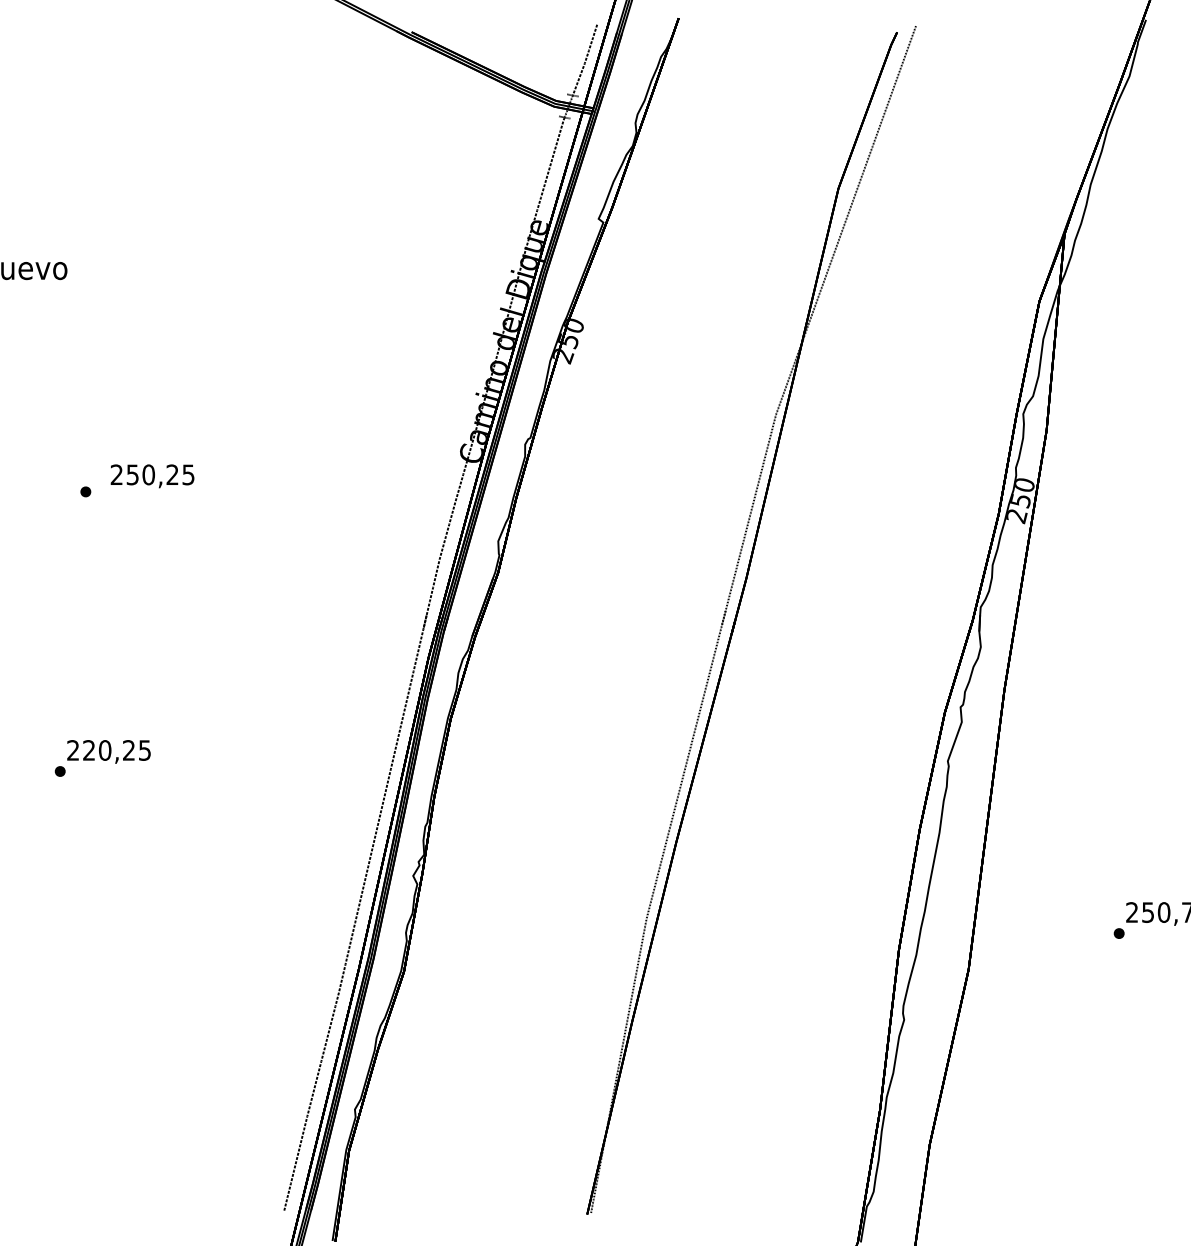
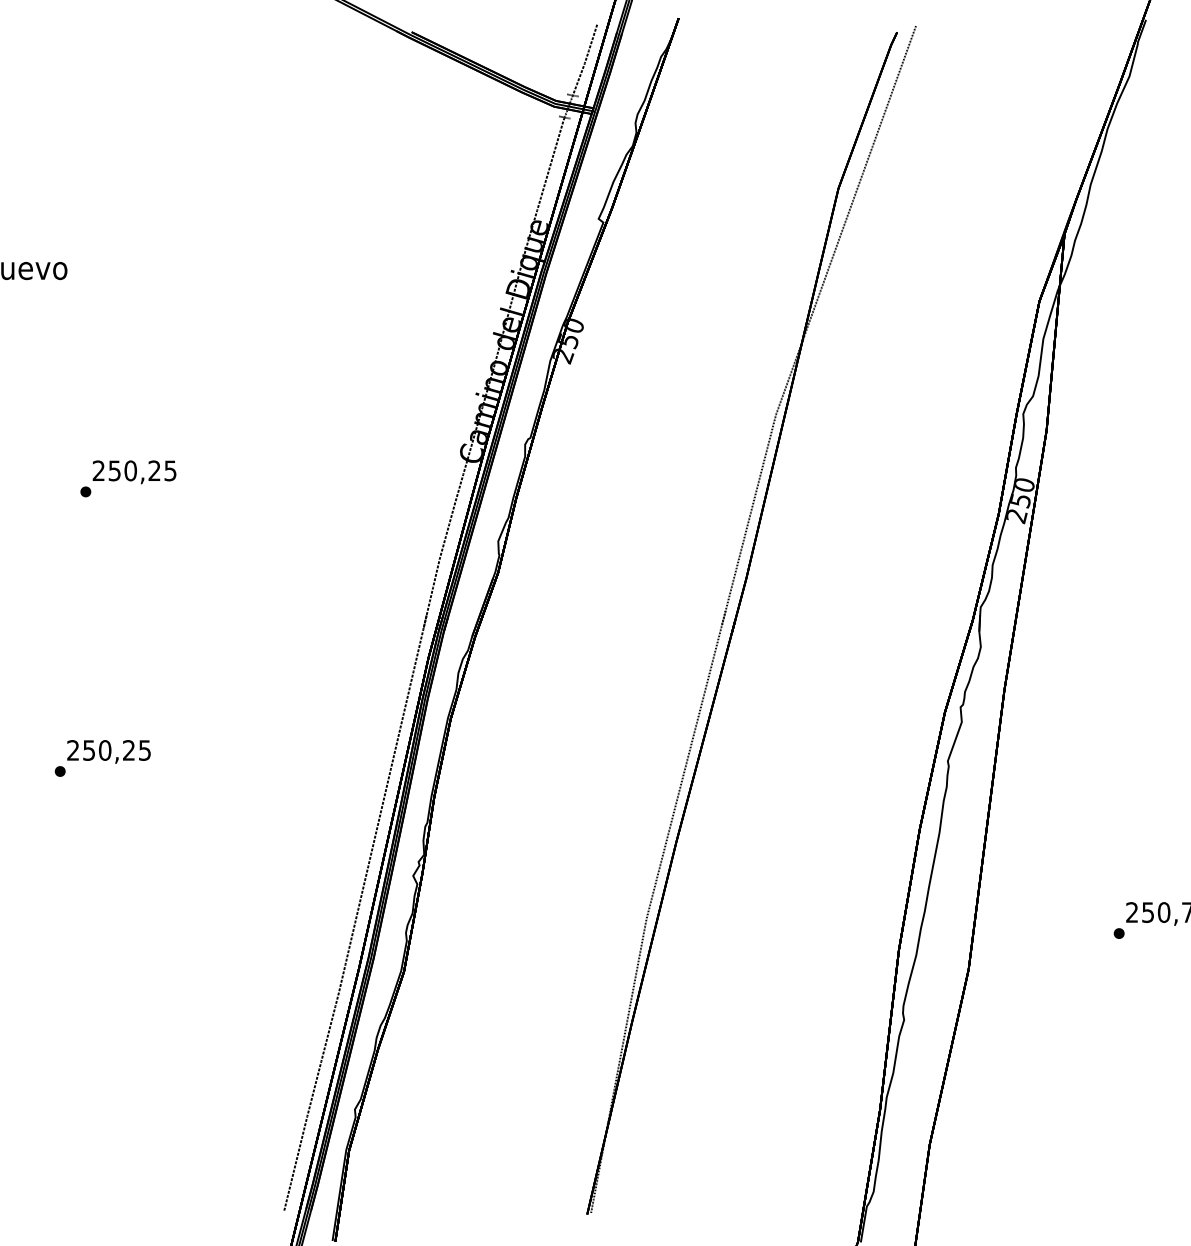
text at (152, 476) position: (152, 476) -> (134, 472)
text at (88, 750): 220,25 -> 250,25
